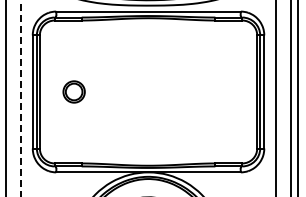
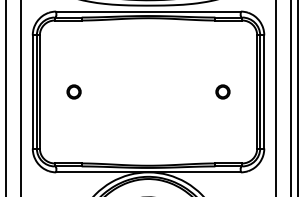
circle at (73, 91) size: 24x24 px -> 16x16 px
circle at (222, 91): none -> present
line at (20, 98): dashed -> solid
